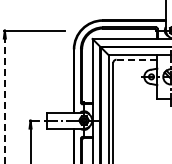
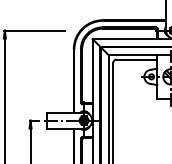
line at (137, 59): dashed -> solid
line at (4, 96): dashed -> solid
